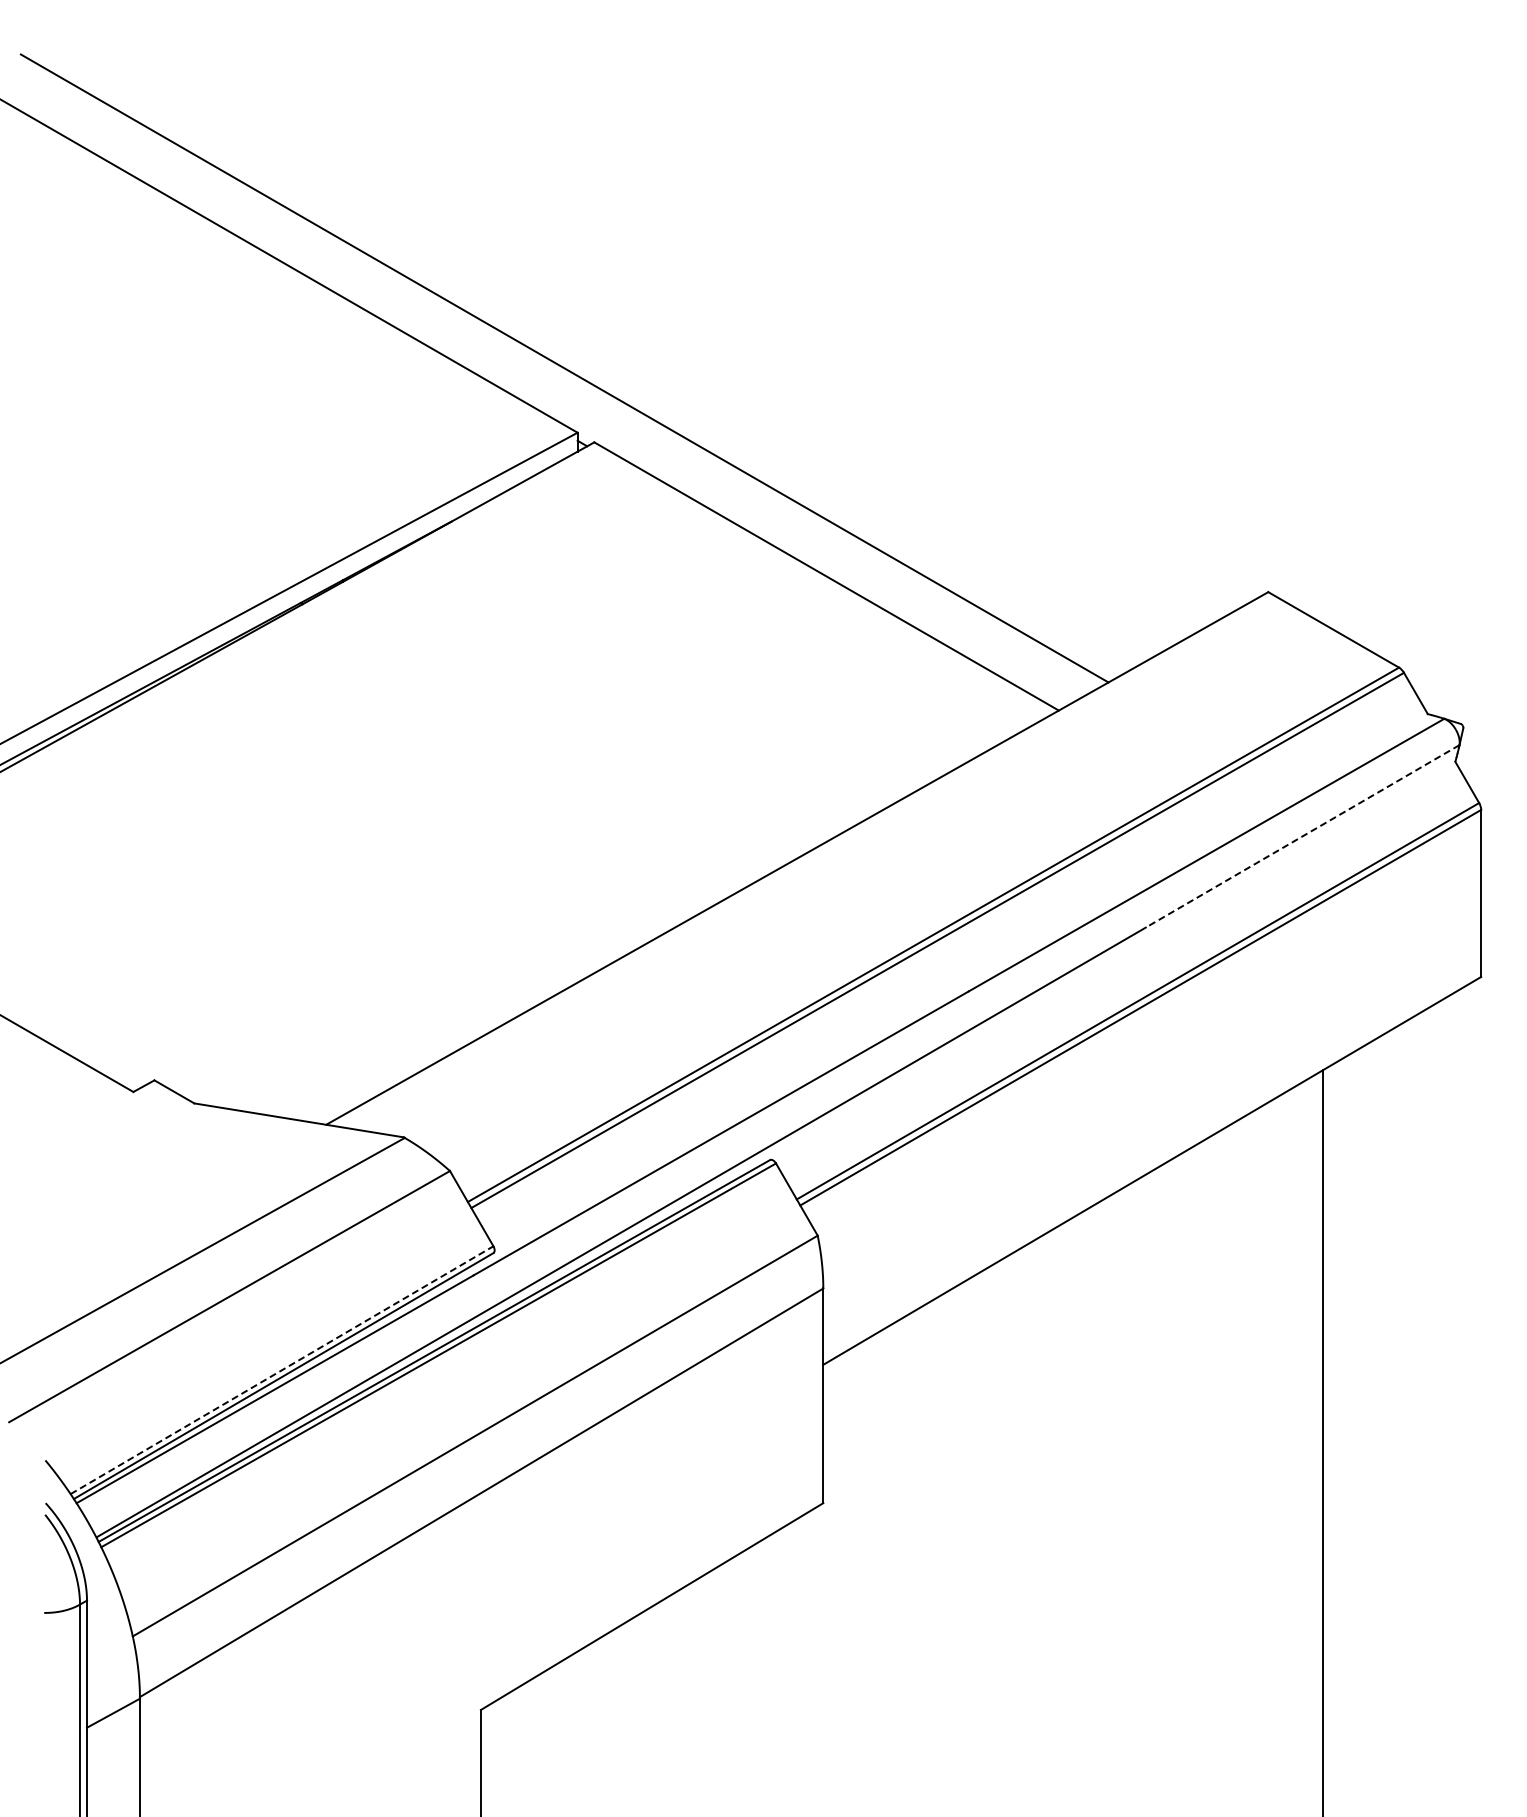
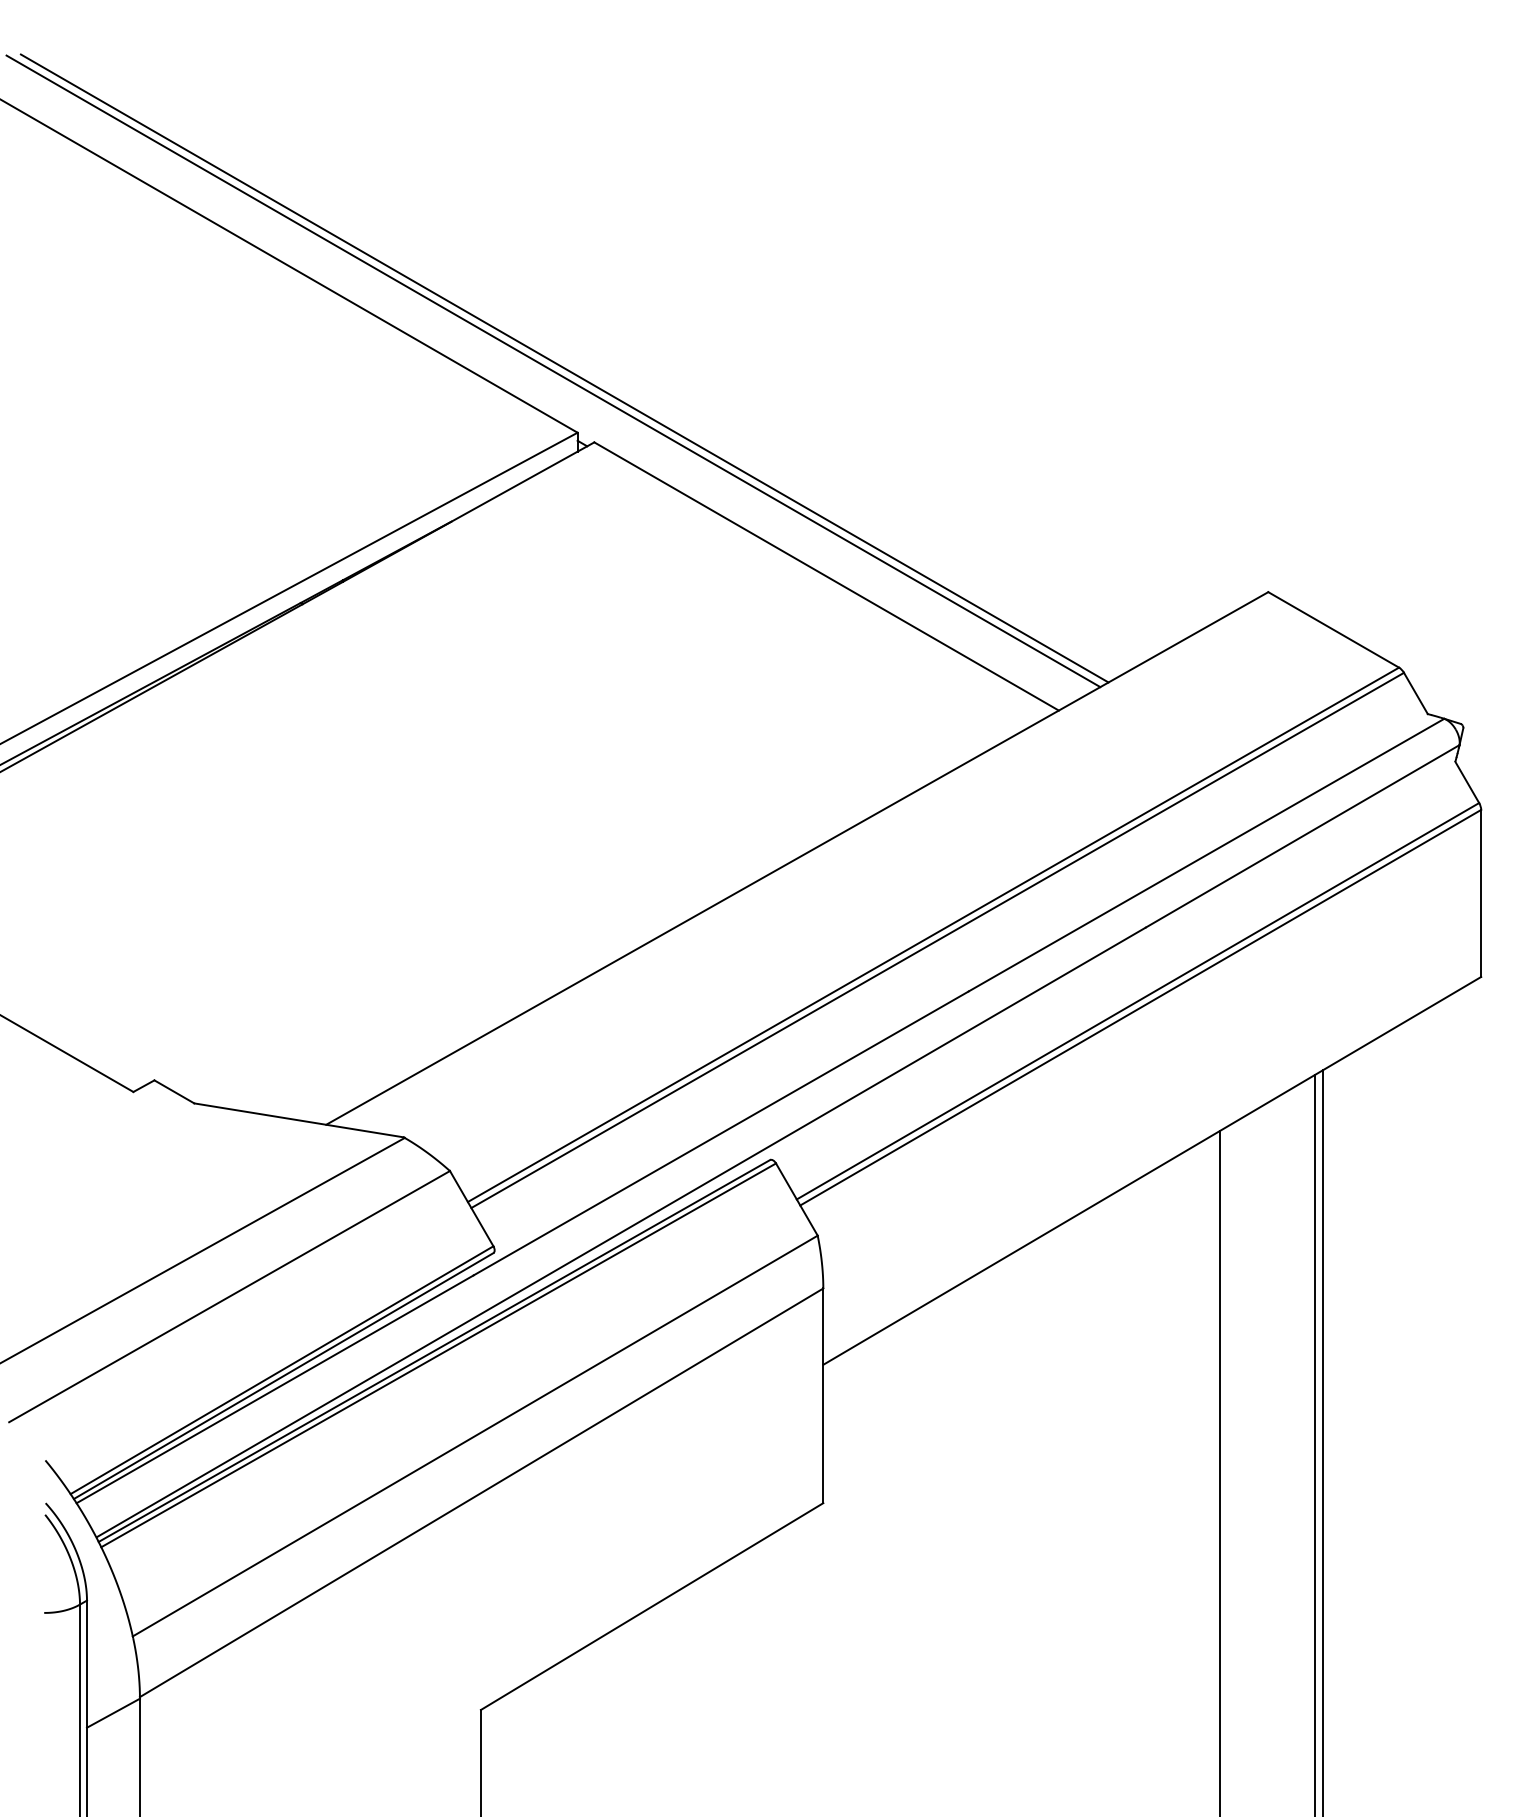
line at (553, 371): none -> present
line at (1302, 836): dashed -> solid
line at (282, 1369): dashed -> solid
line at (1314, 1443): none -> present
line at (1219, 1472): none -> present
